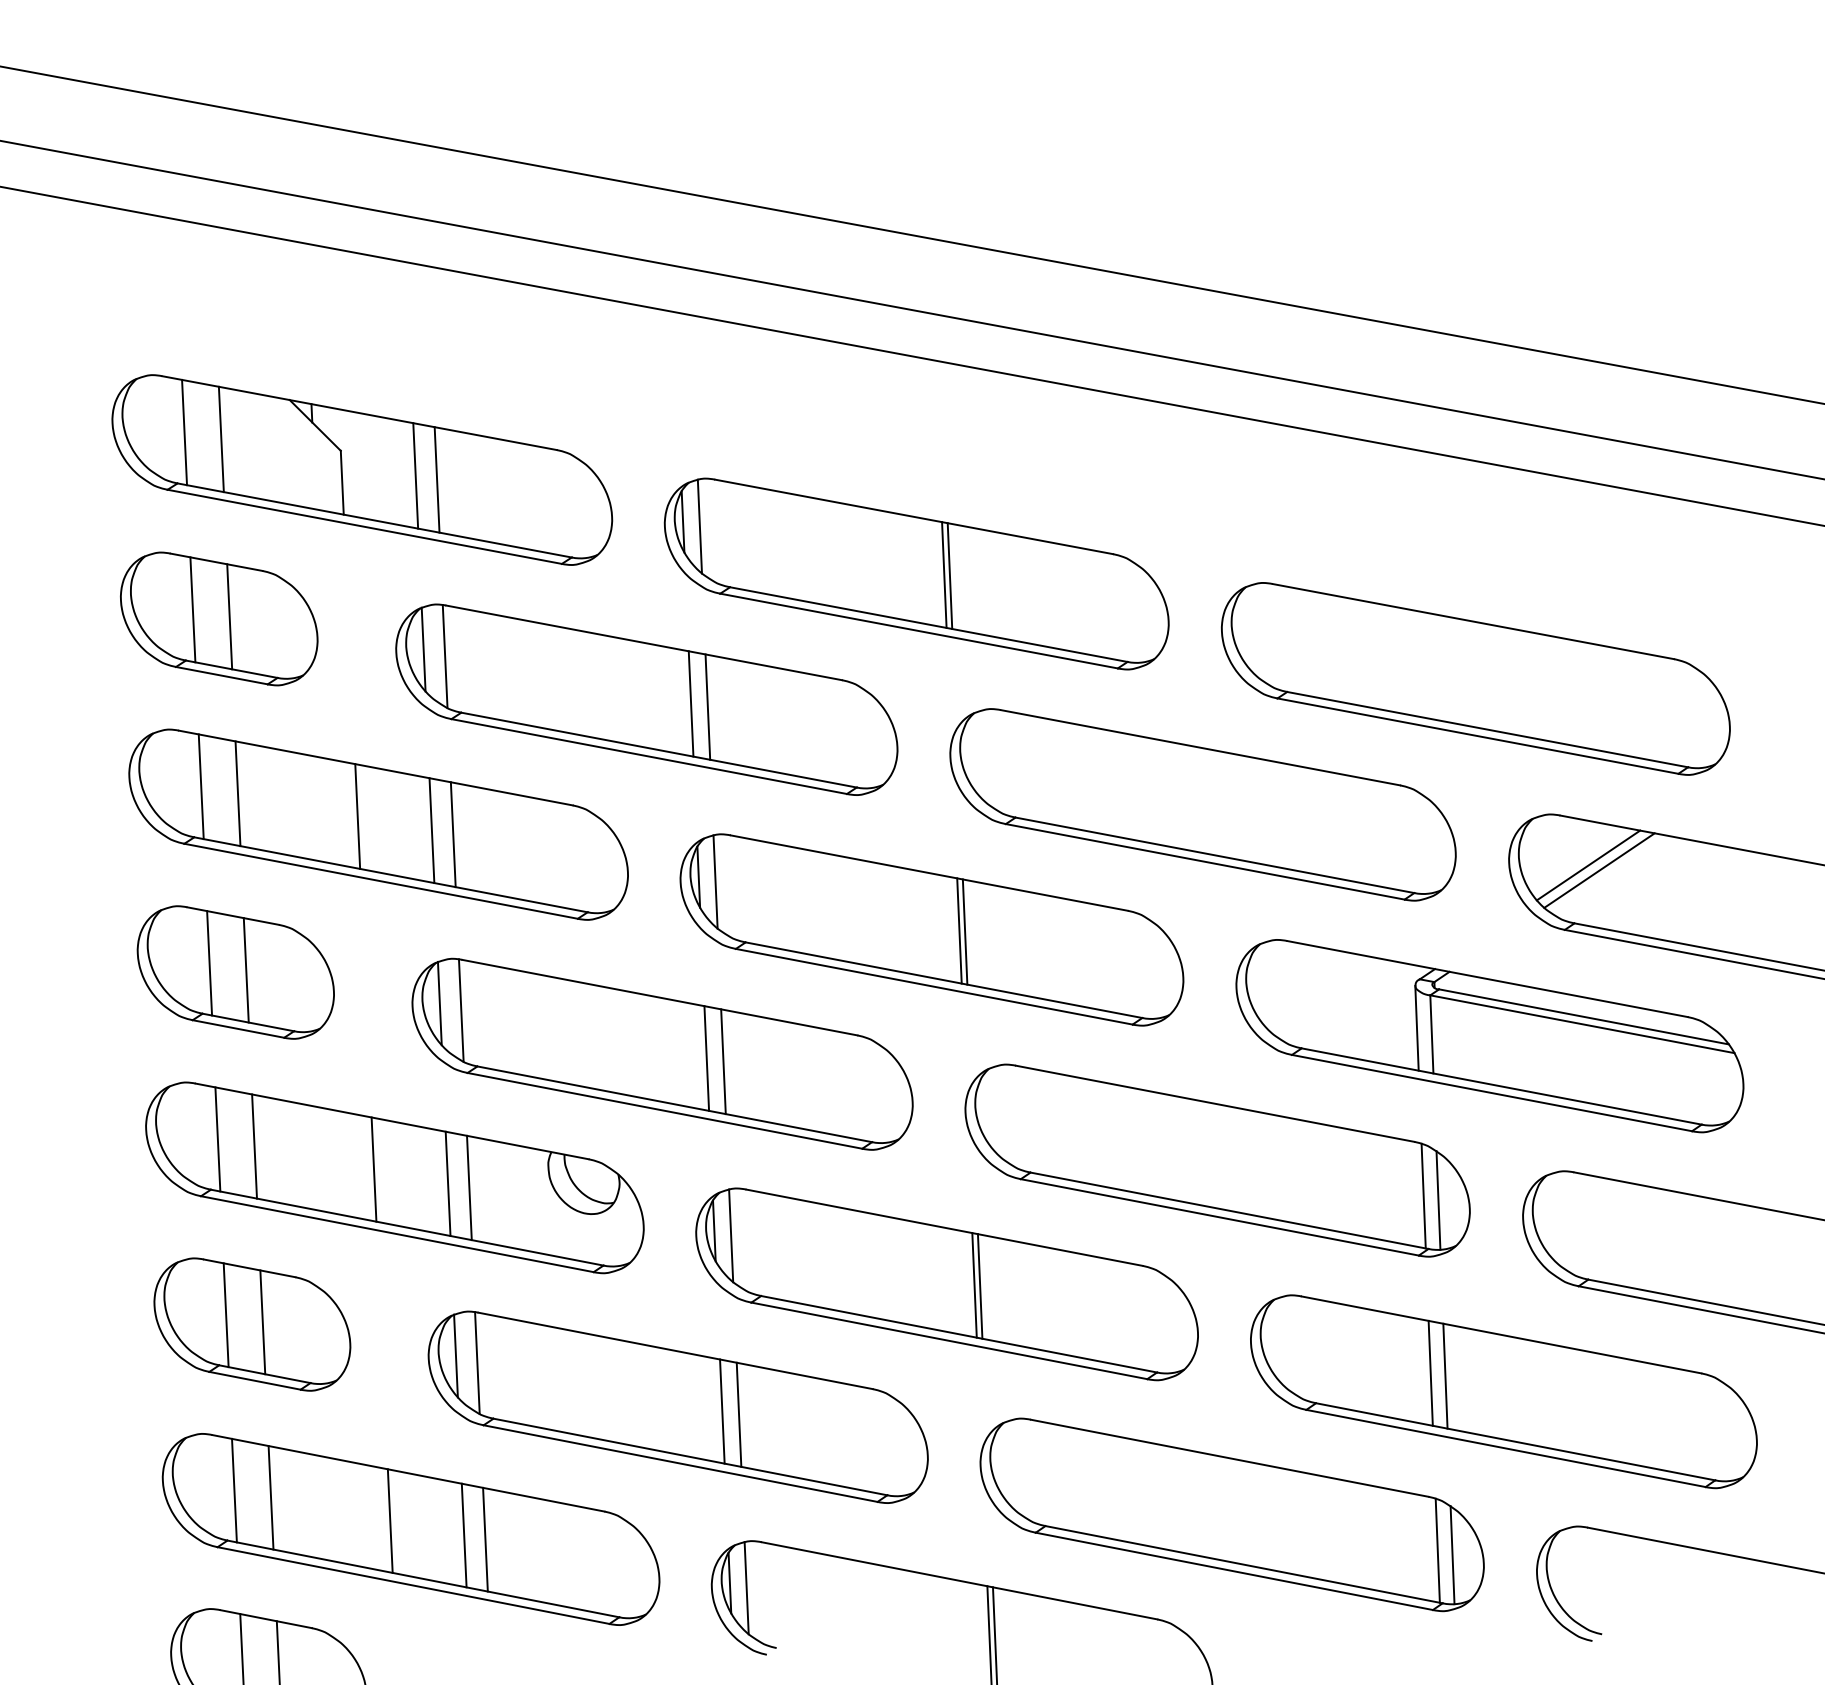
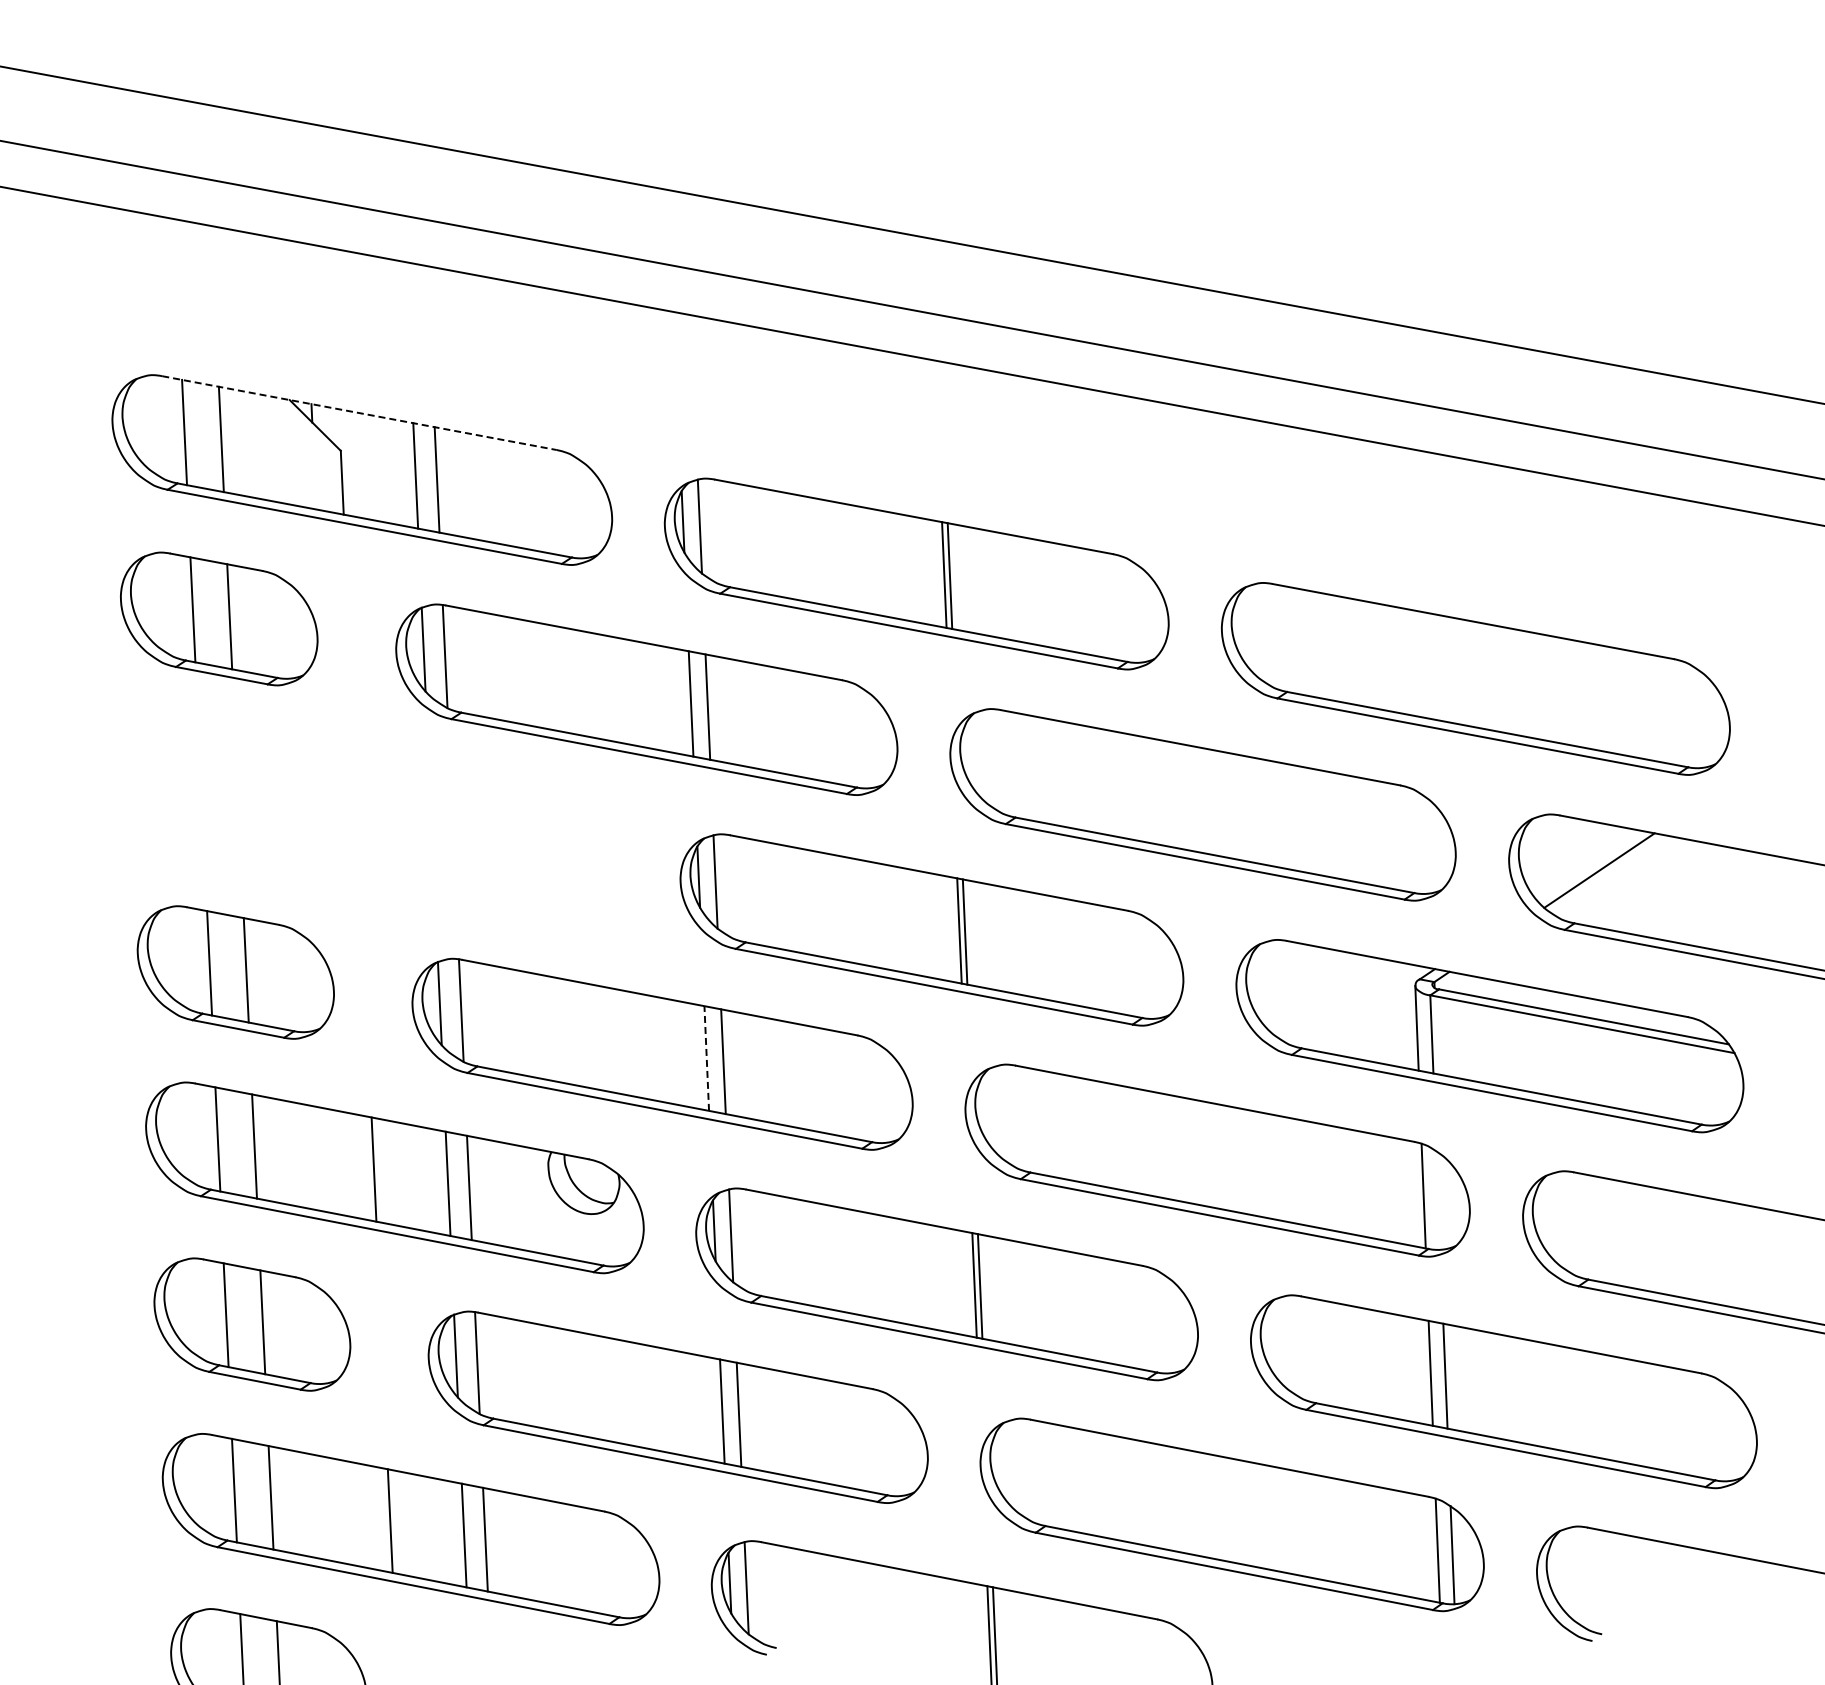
line at (359, 413): solid -> dashed
part at (378, 824): present -> none
line at (1588, 865): present -> none
line at (706, 1058): solid -> dashed
line at (1438, 1200): present -> none
